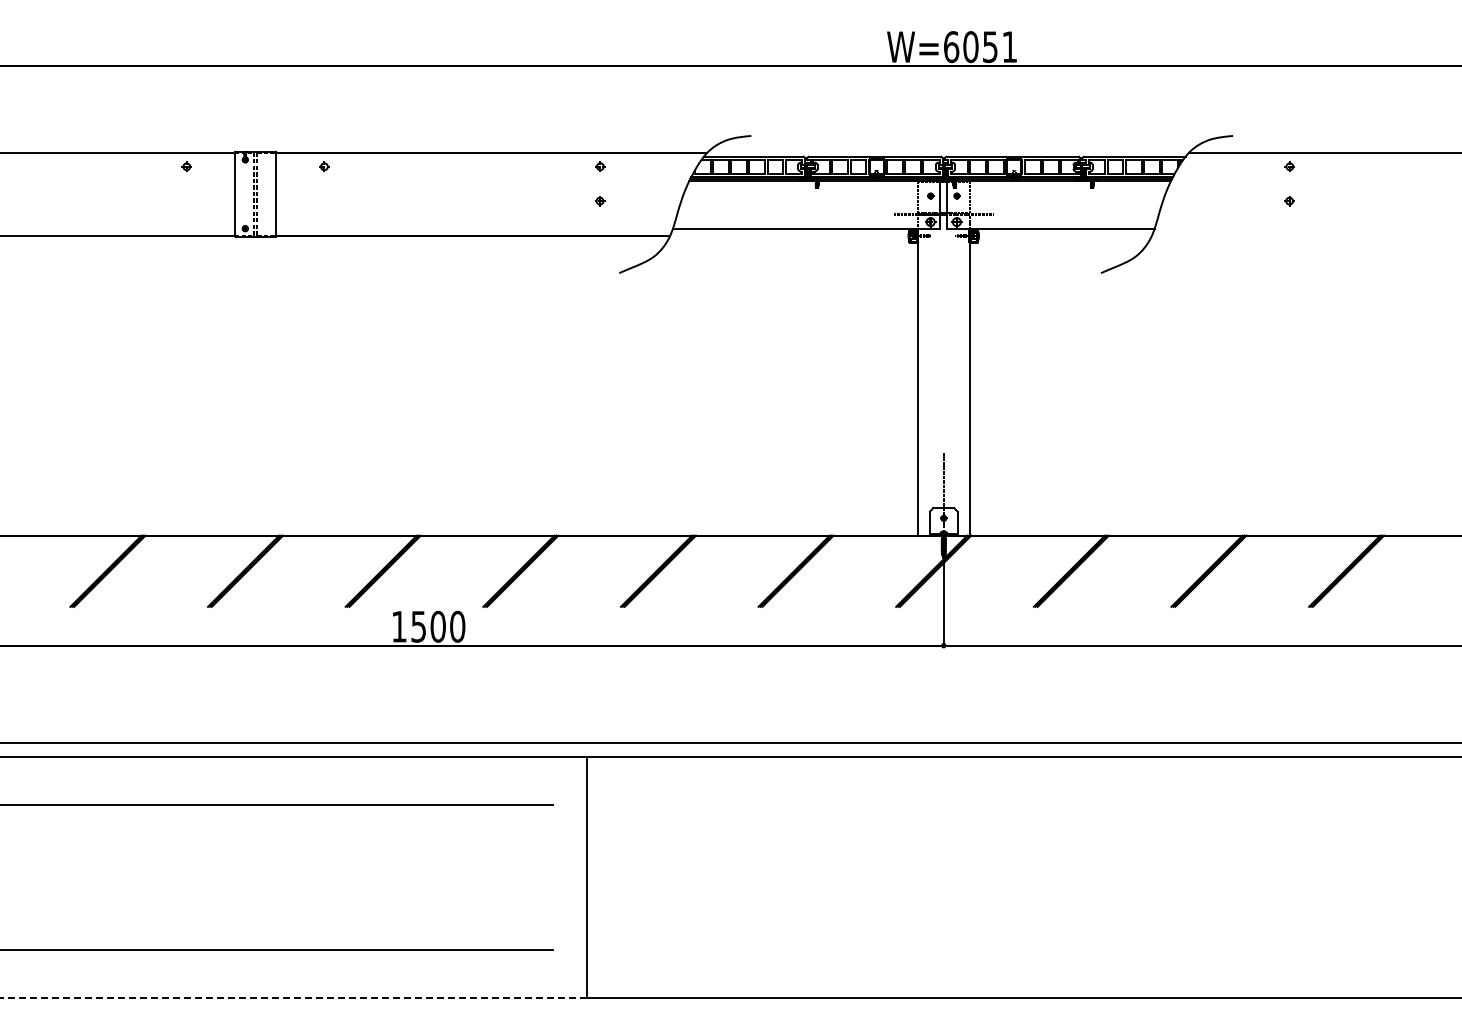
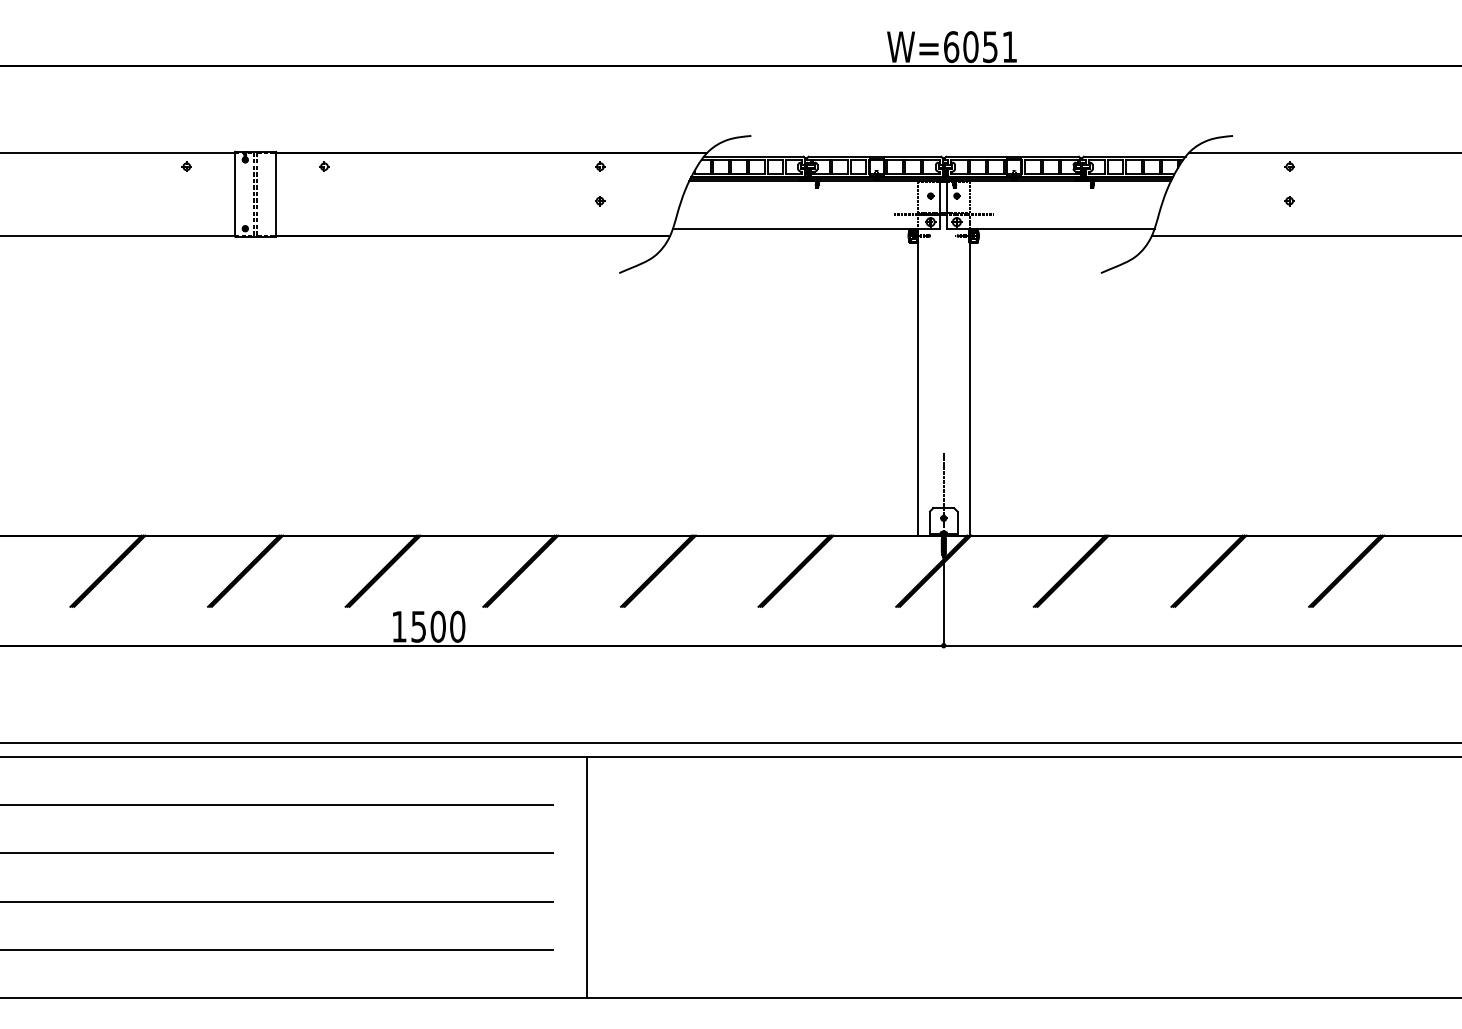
line at (1305, 235): none -> present
line at (277, 853): none -> present
line at (277, 901): none -> present
line at (294, 997): dashed -> solid
